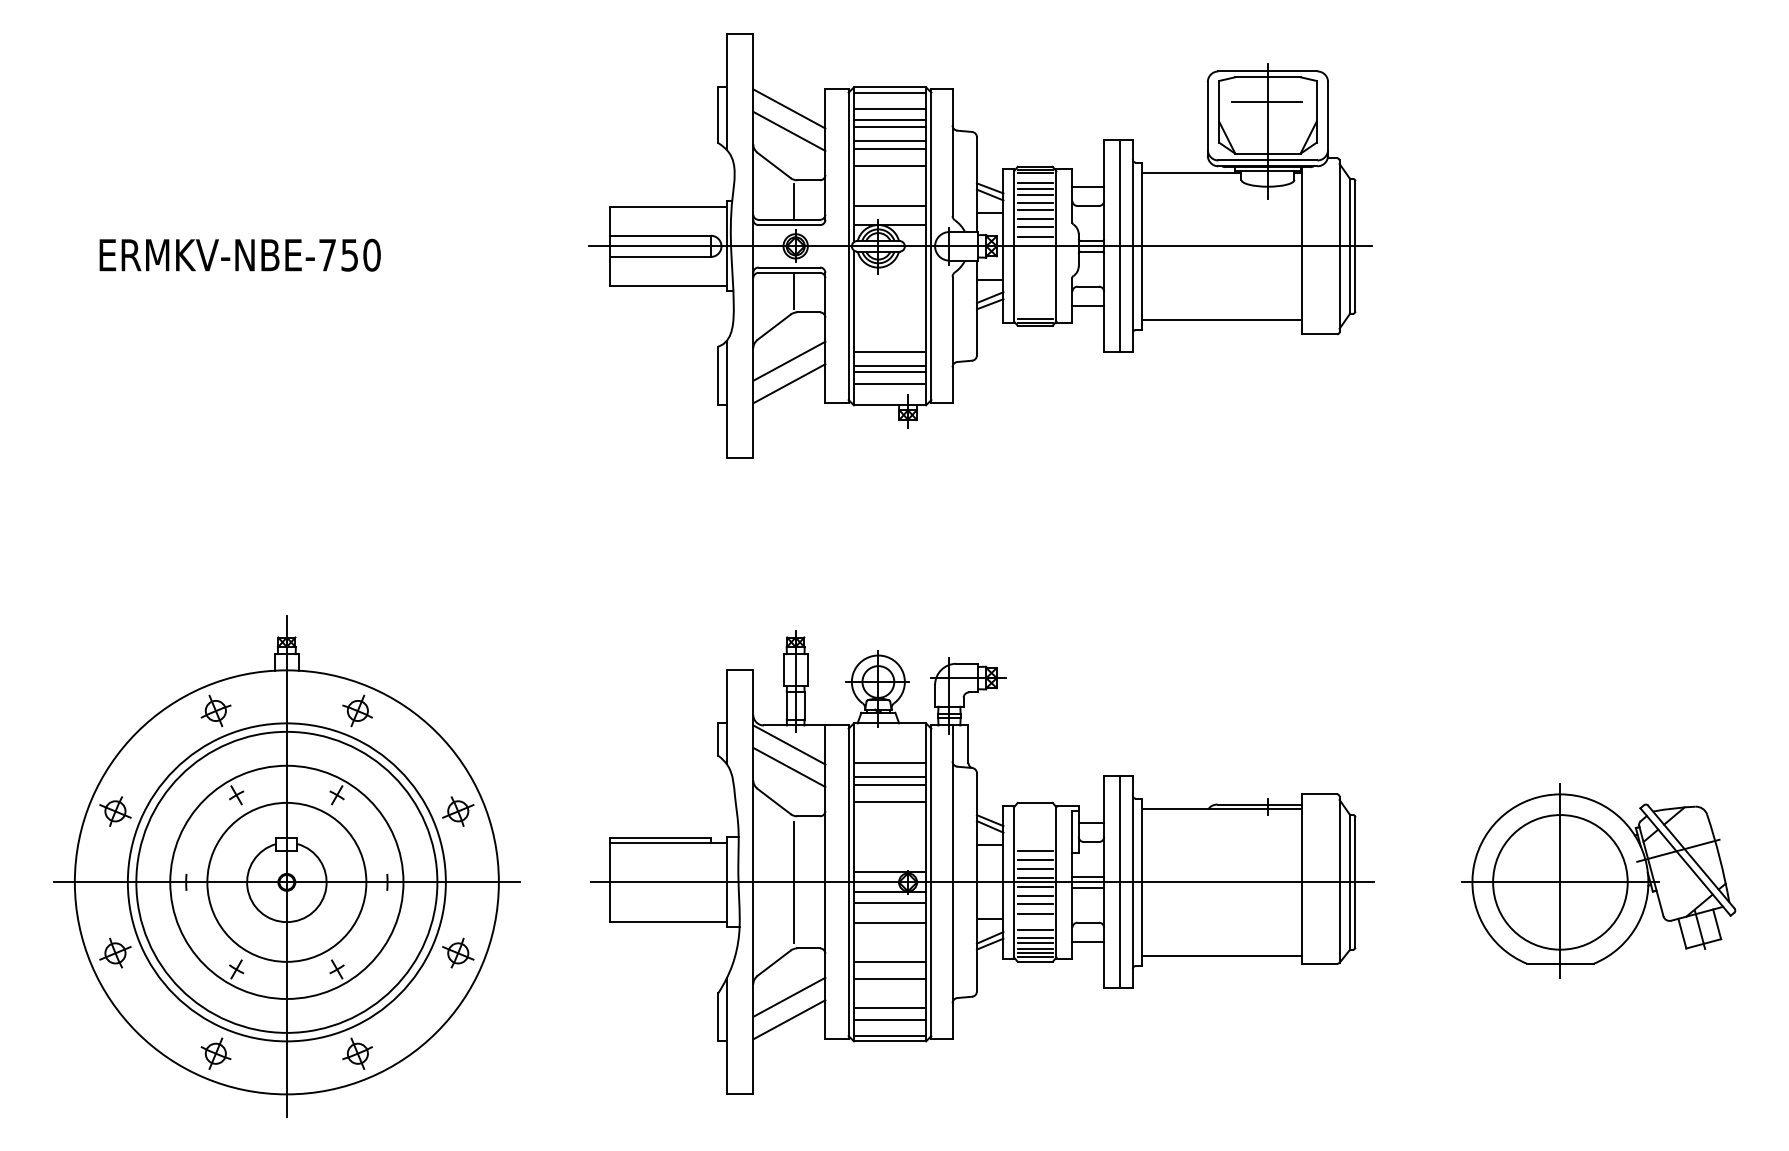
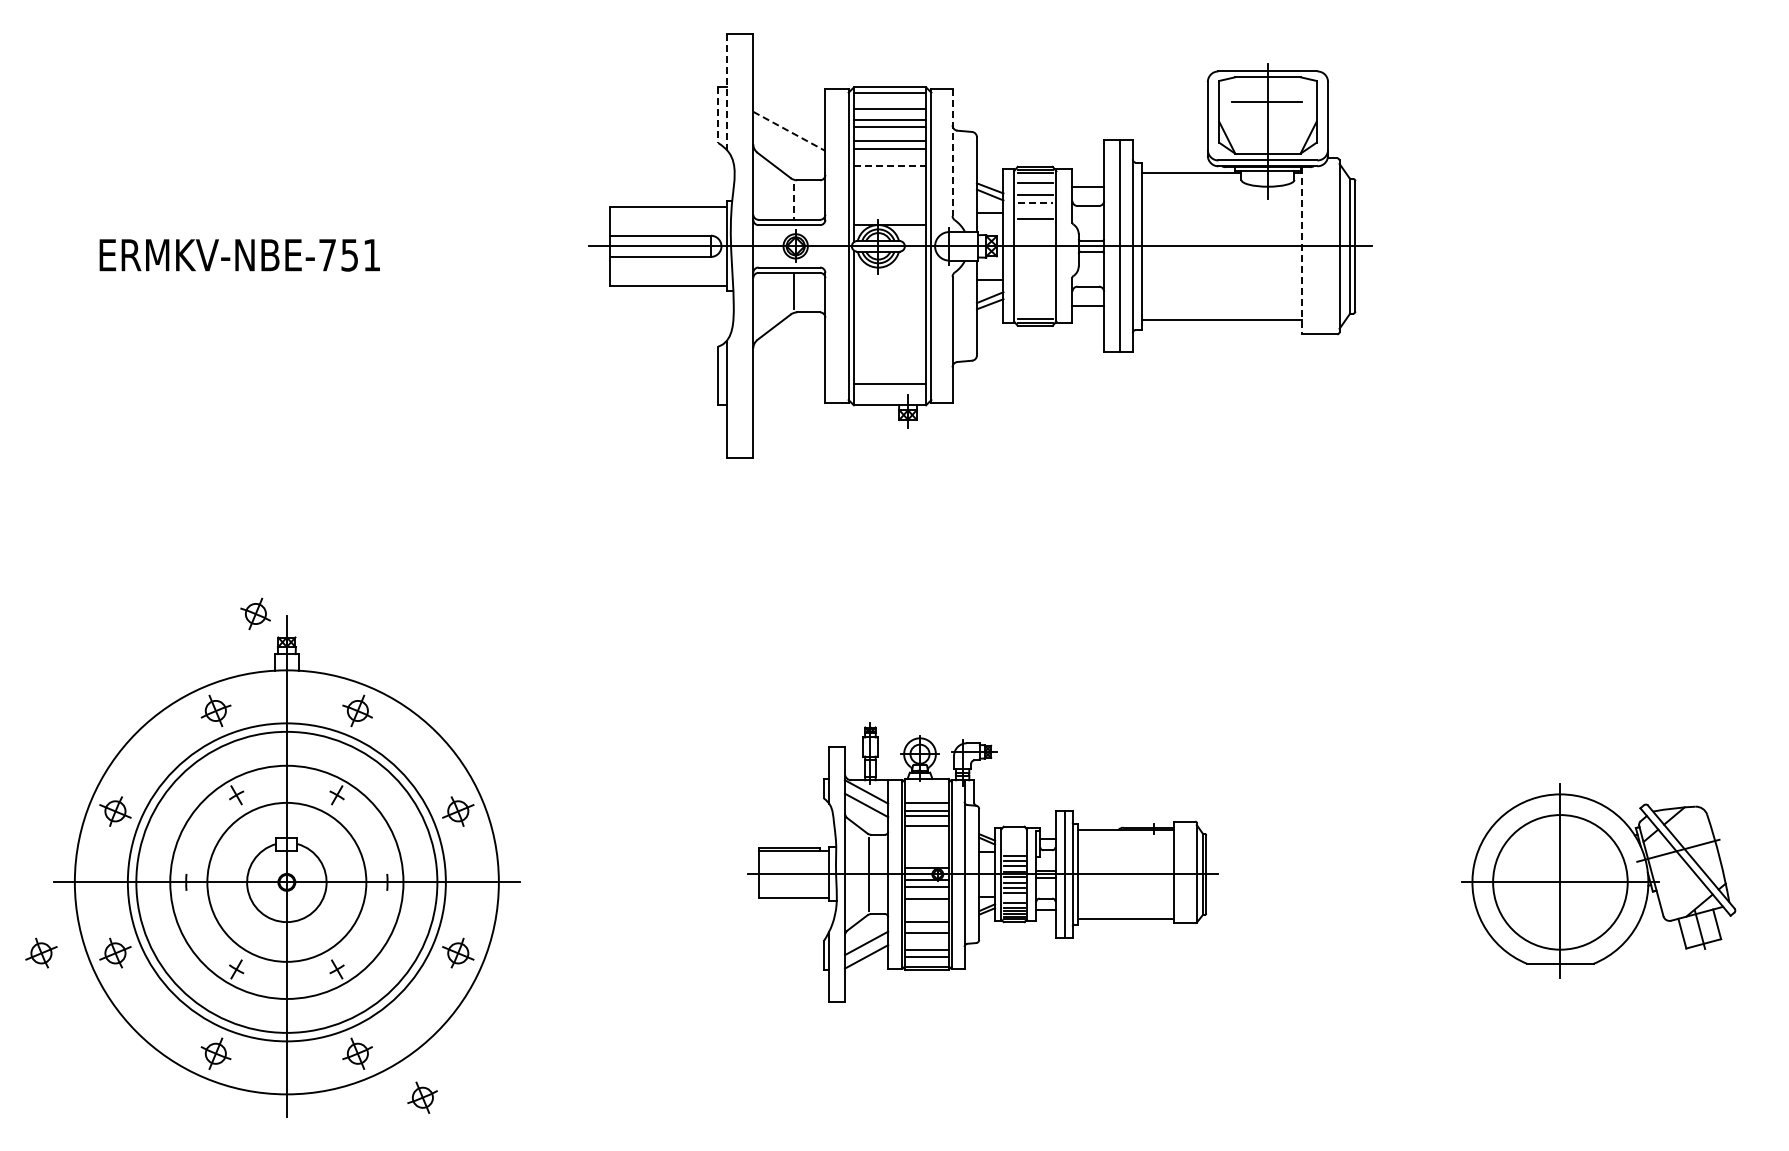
line at (726, 92): solid -> dashed
line at (789, 108): present -> none
line at (718, 115): solid -> dashed
line at (789, 131): solid -> dashed
line at (952, 153): solid -> dashed
line at (890, 166): solid -> dashed
line at (1034, 189): present -> none
line at (793, 202): solid -> dashed
line at (1035, 202): solid -> dashed
line at (890, 205): present -> none
line at (1034, 210): present -> none
line at (1034, 227): present -> none
line at (1034, 236): present -> none
line at (1302, 250): solid -> dashed
text at (371, 254): ERMKV-NBE-750 -> ERMKV-NBE-751
line at (890, 351): present -> none
line at (789, 360): present -> none
line at (890, 365): present -> none
line at (890, 372): present -> none
line at (789, 383): present -> none
part at (255, 613): none -> present
part at (982, 862) size: 785x465 px -> 472x281 px
part at (41, 952): none -> present
part at (422, 1097): none -> present
